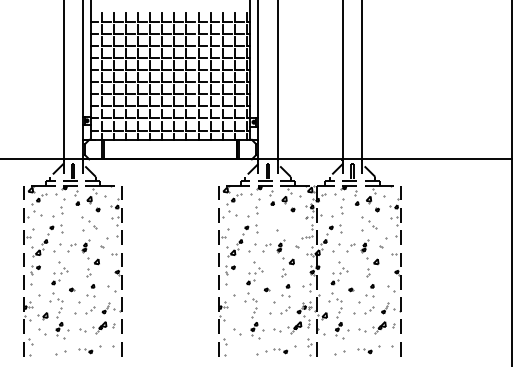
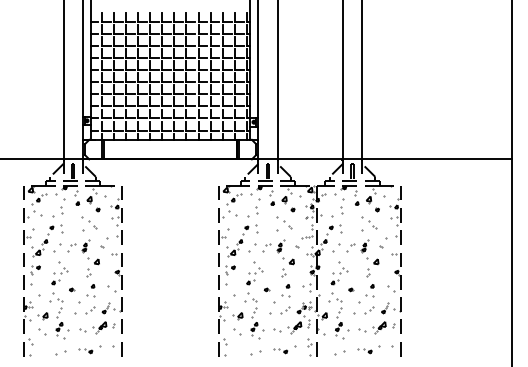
part at (284, 222): none -> present
part at (237, 316): none -> present
part at (261, 352) position: (261, 352) -> (255, 352)
